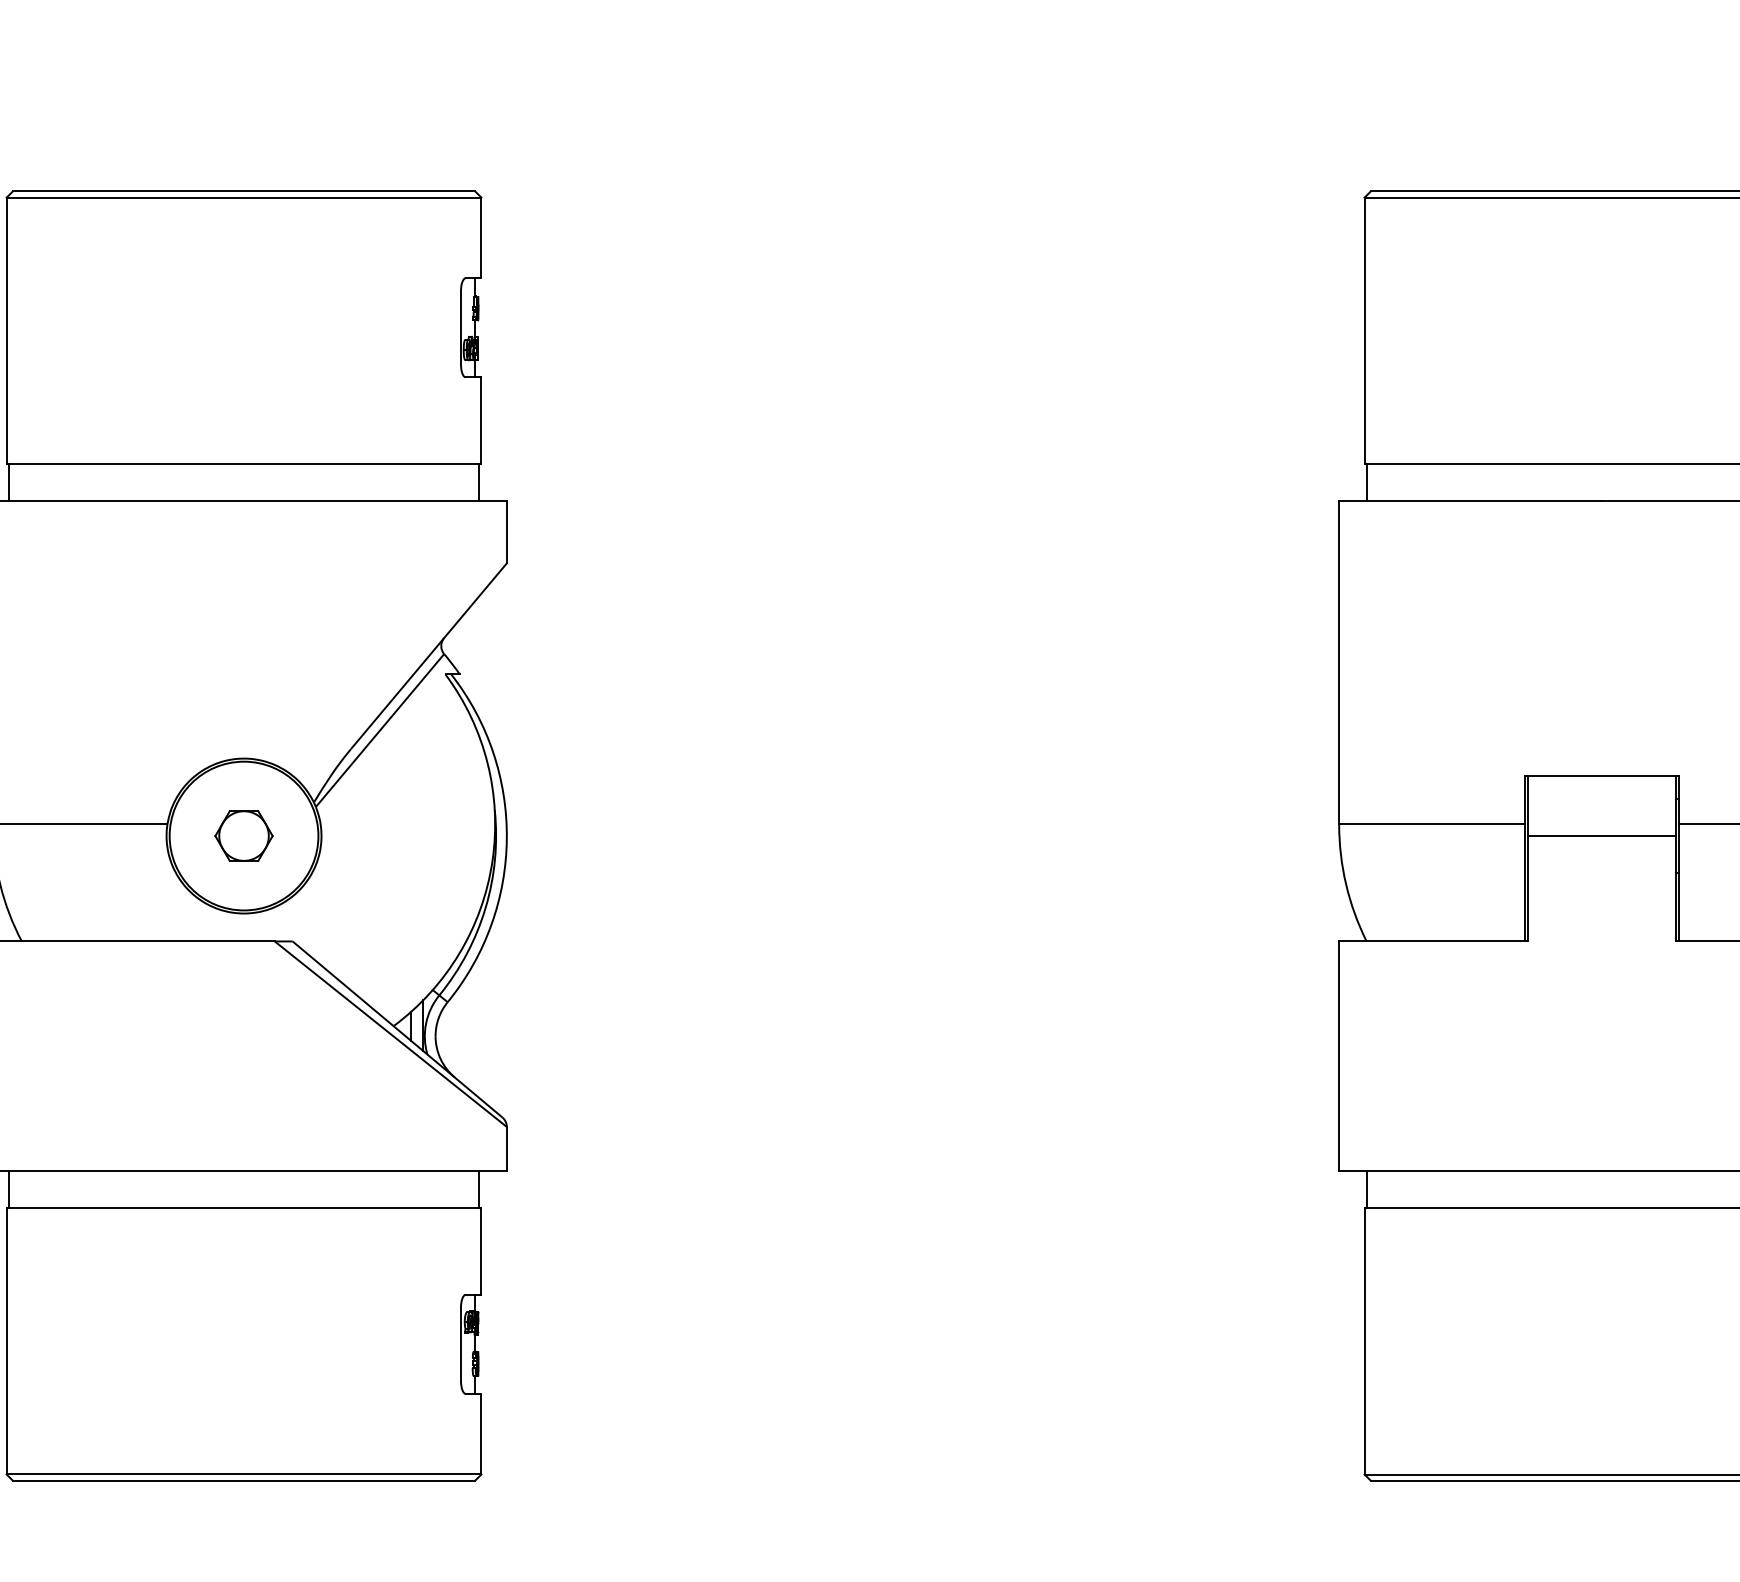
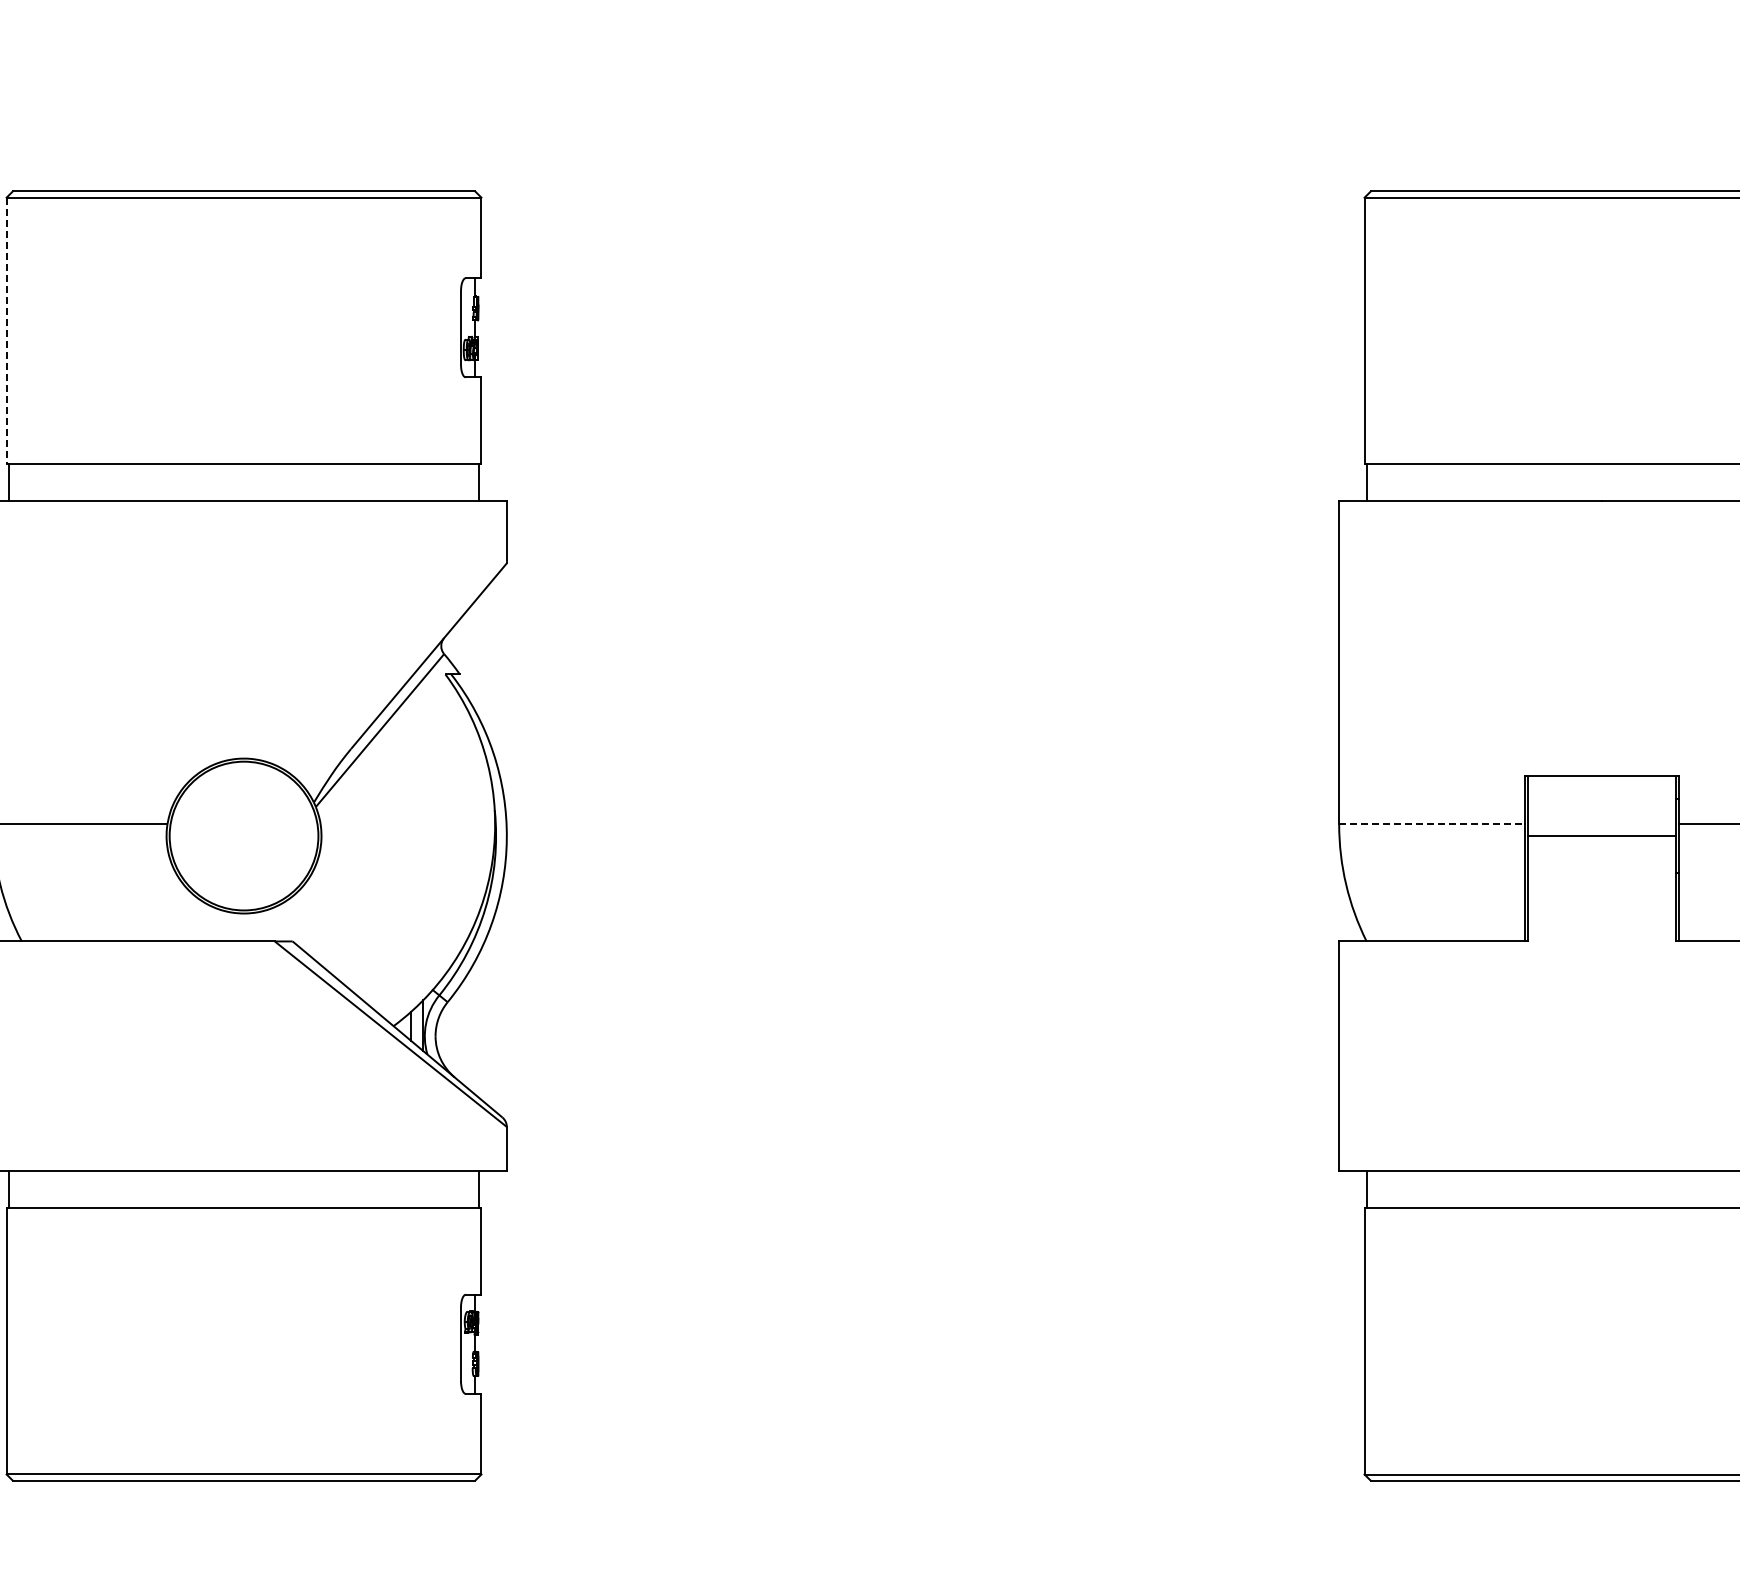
line at (6, 331): solid -> dashed
line at (1431, 824): solid -> dashed
part at (243, 835): present -> none
